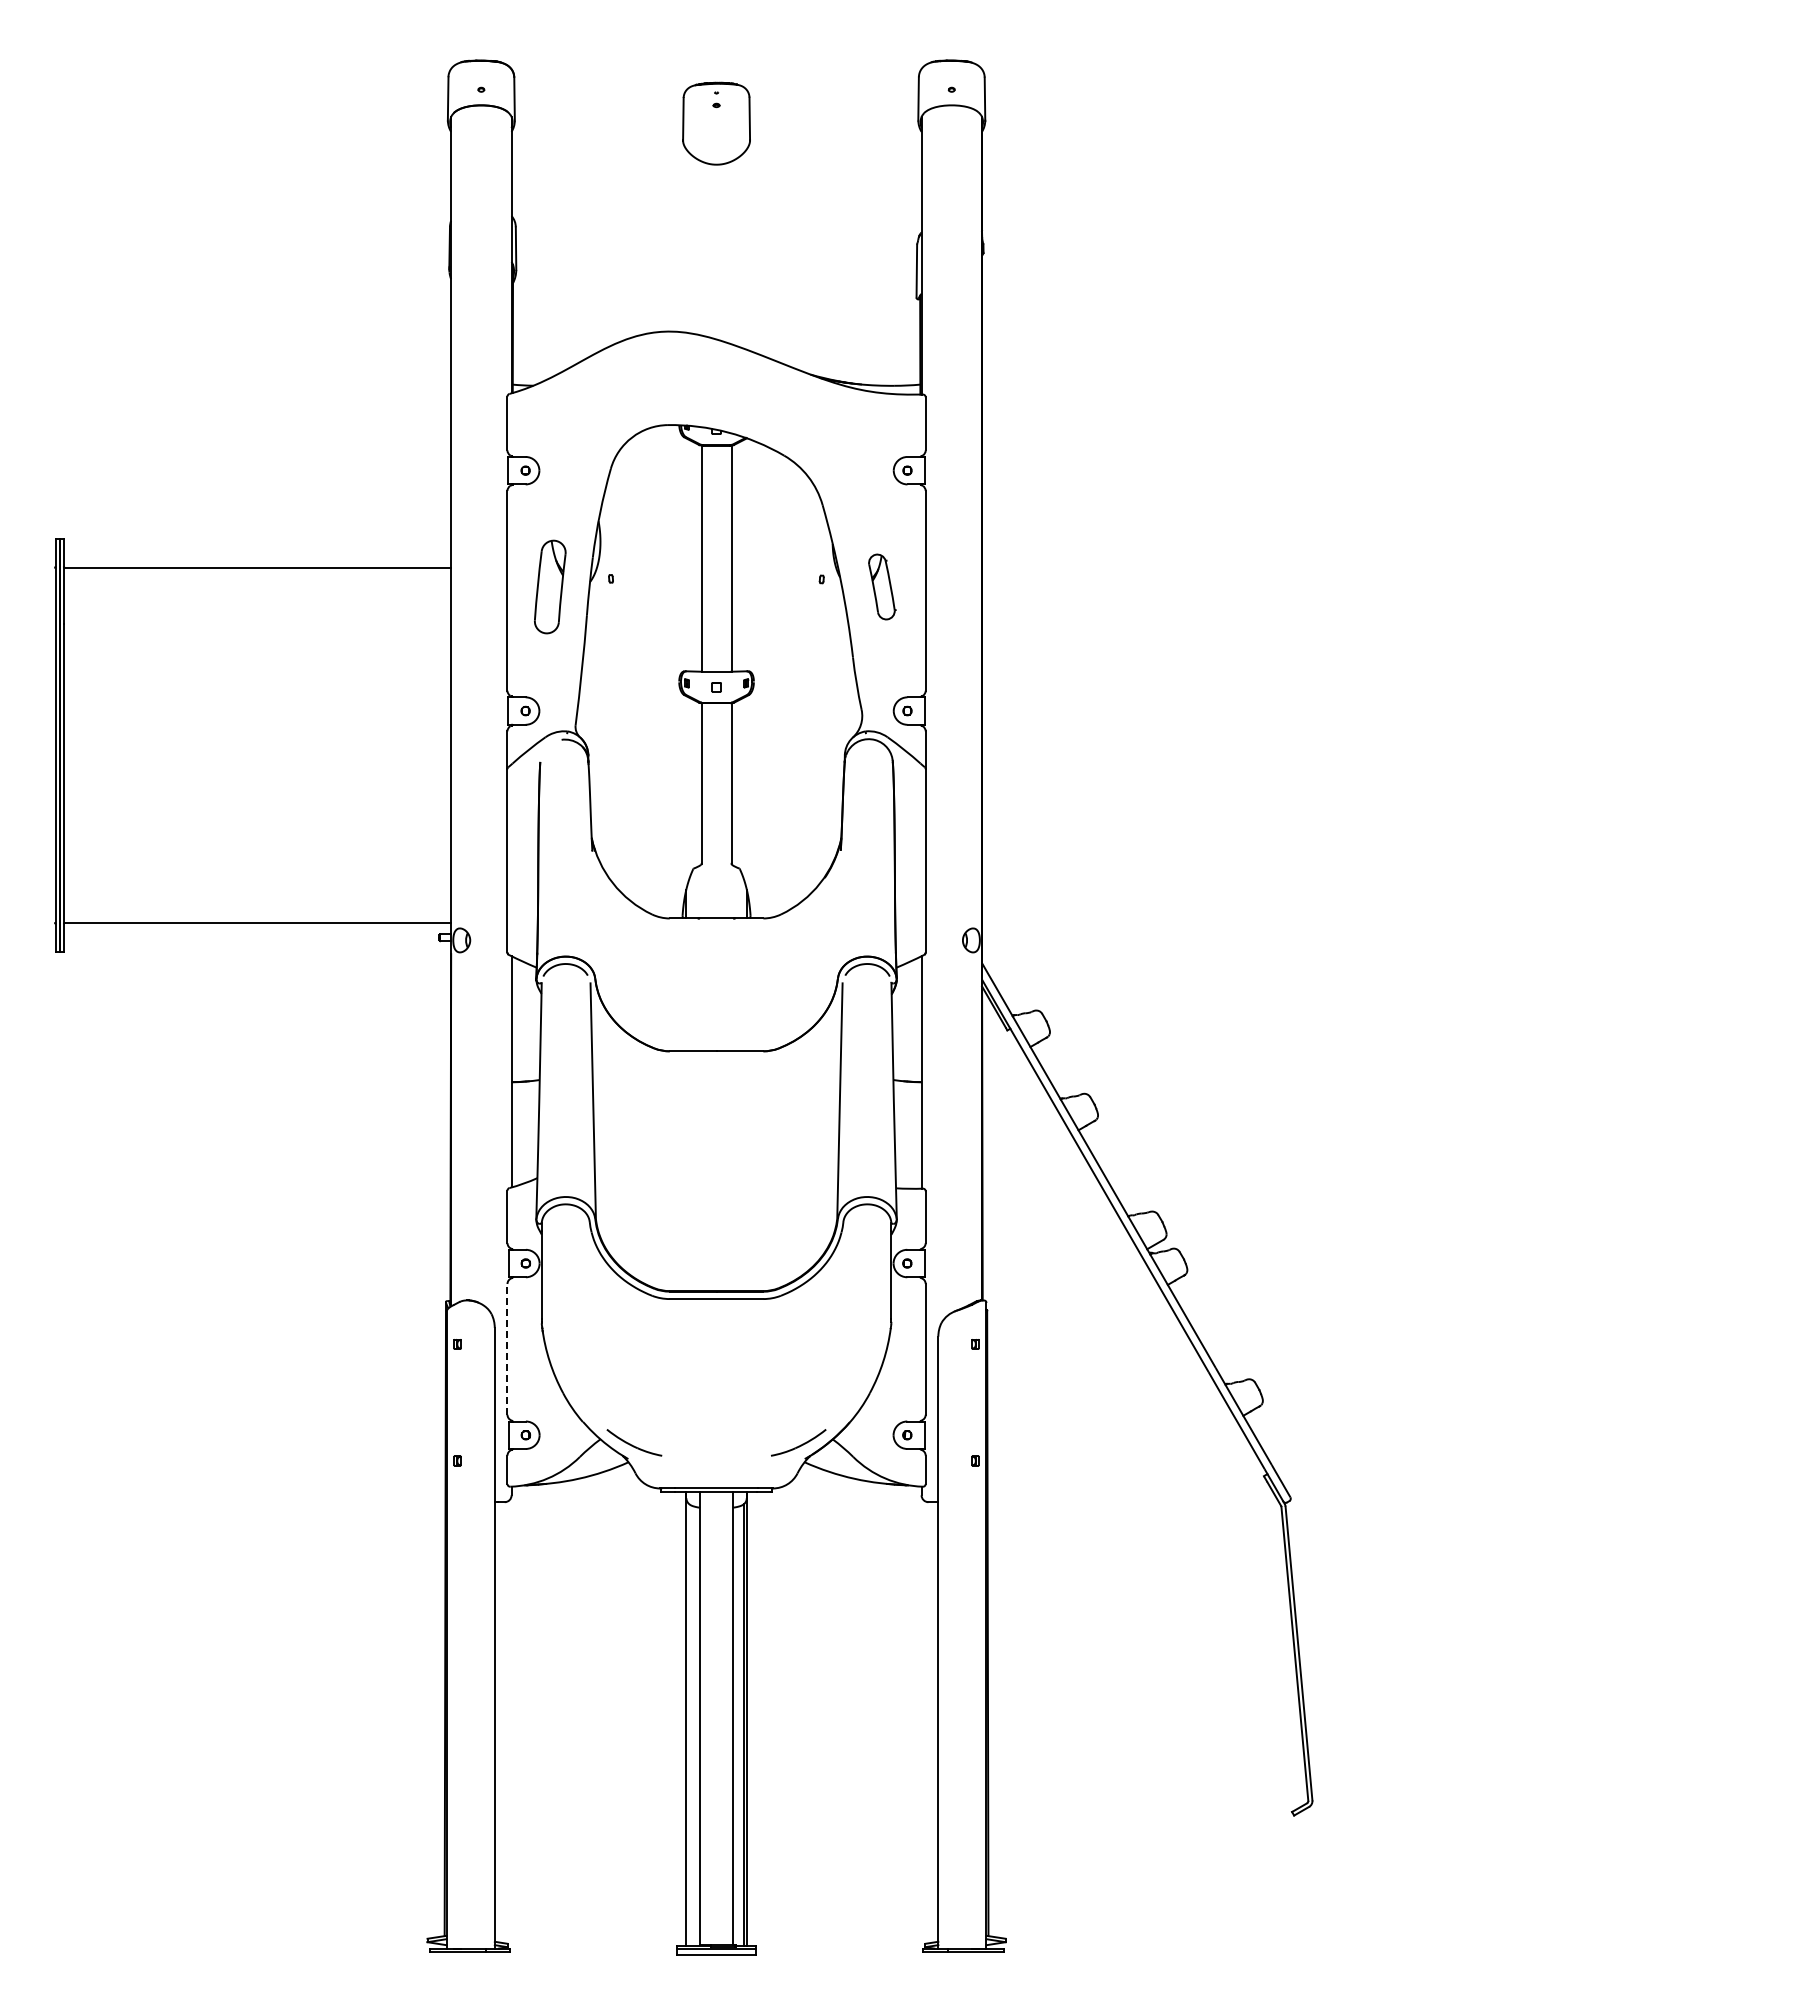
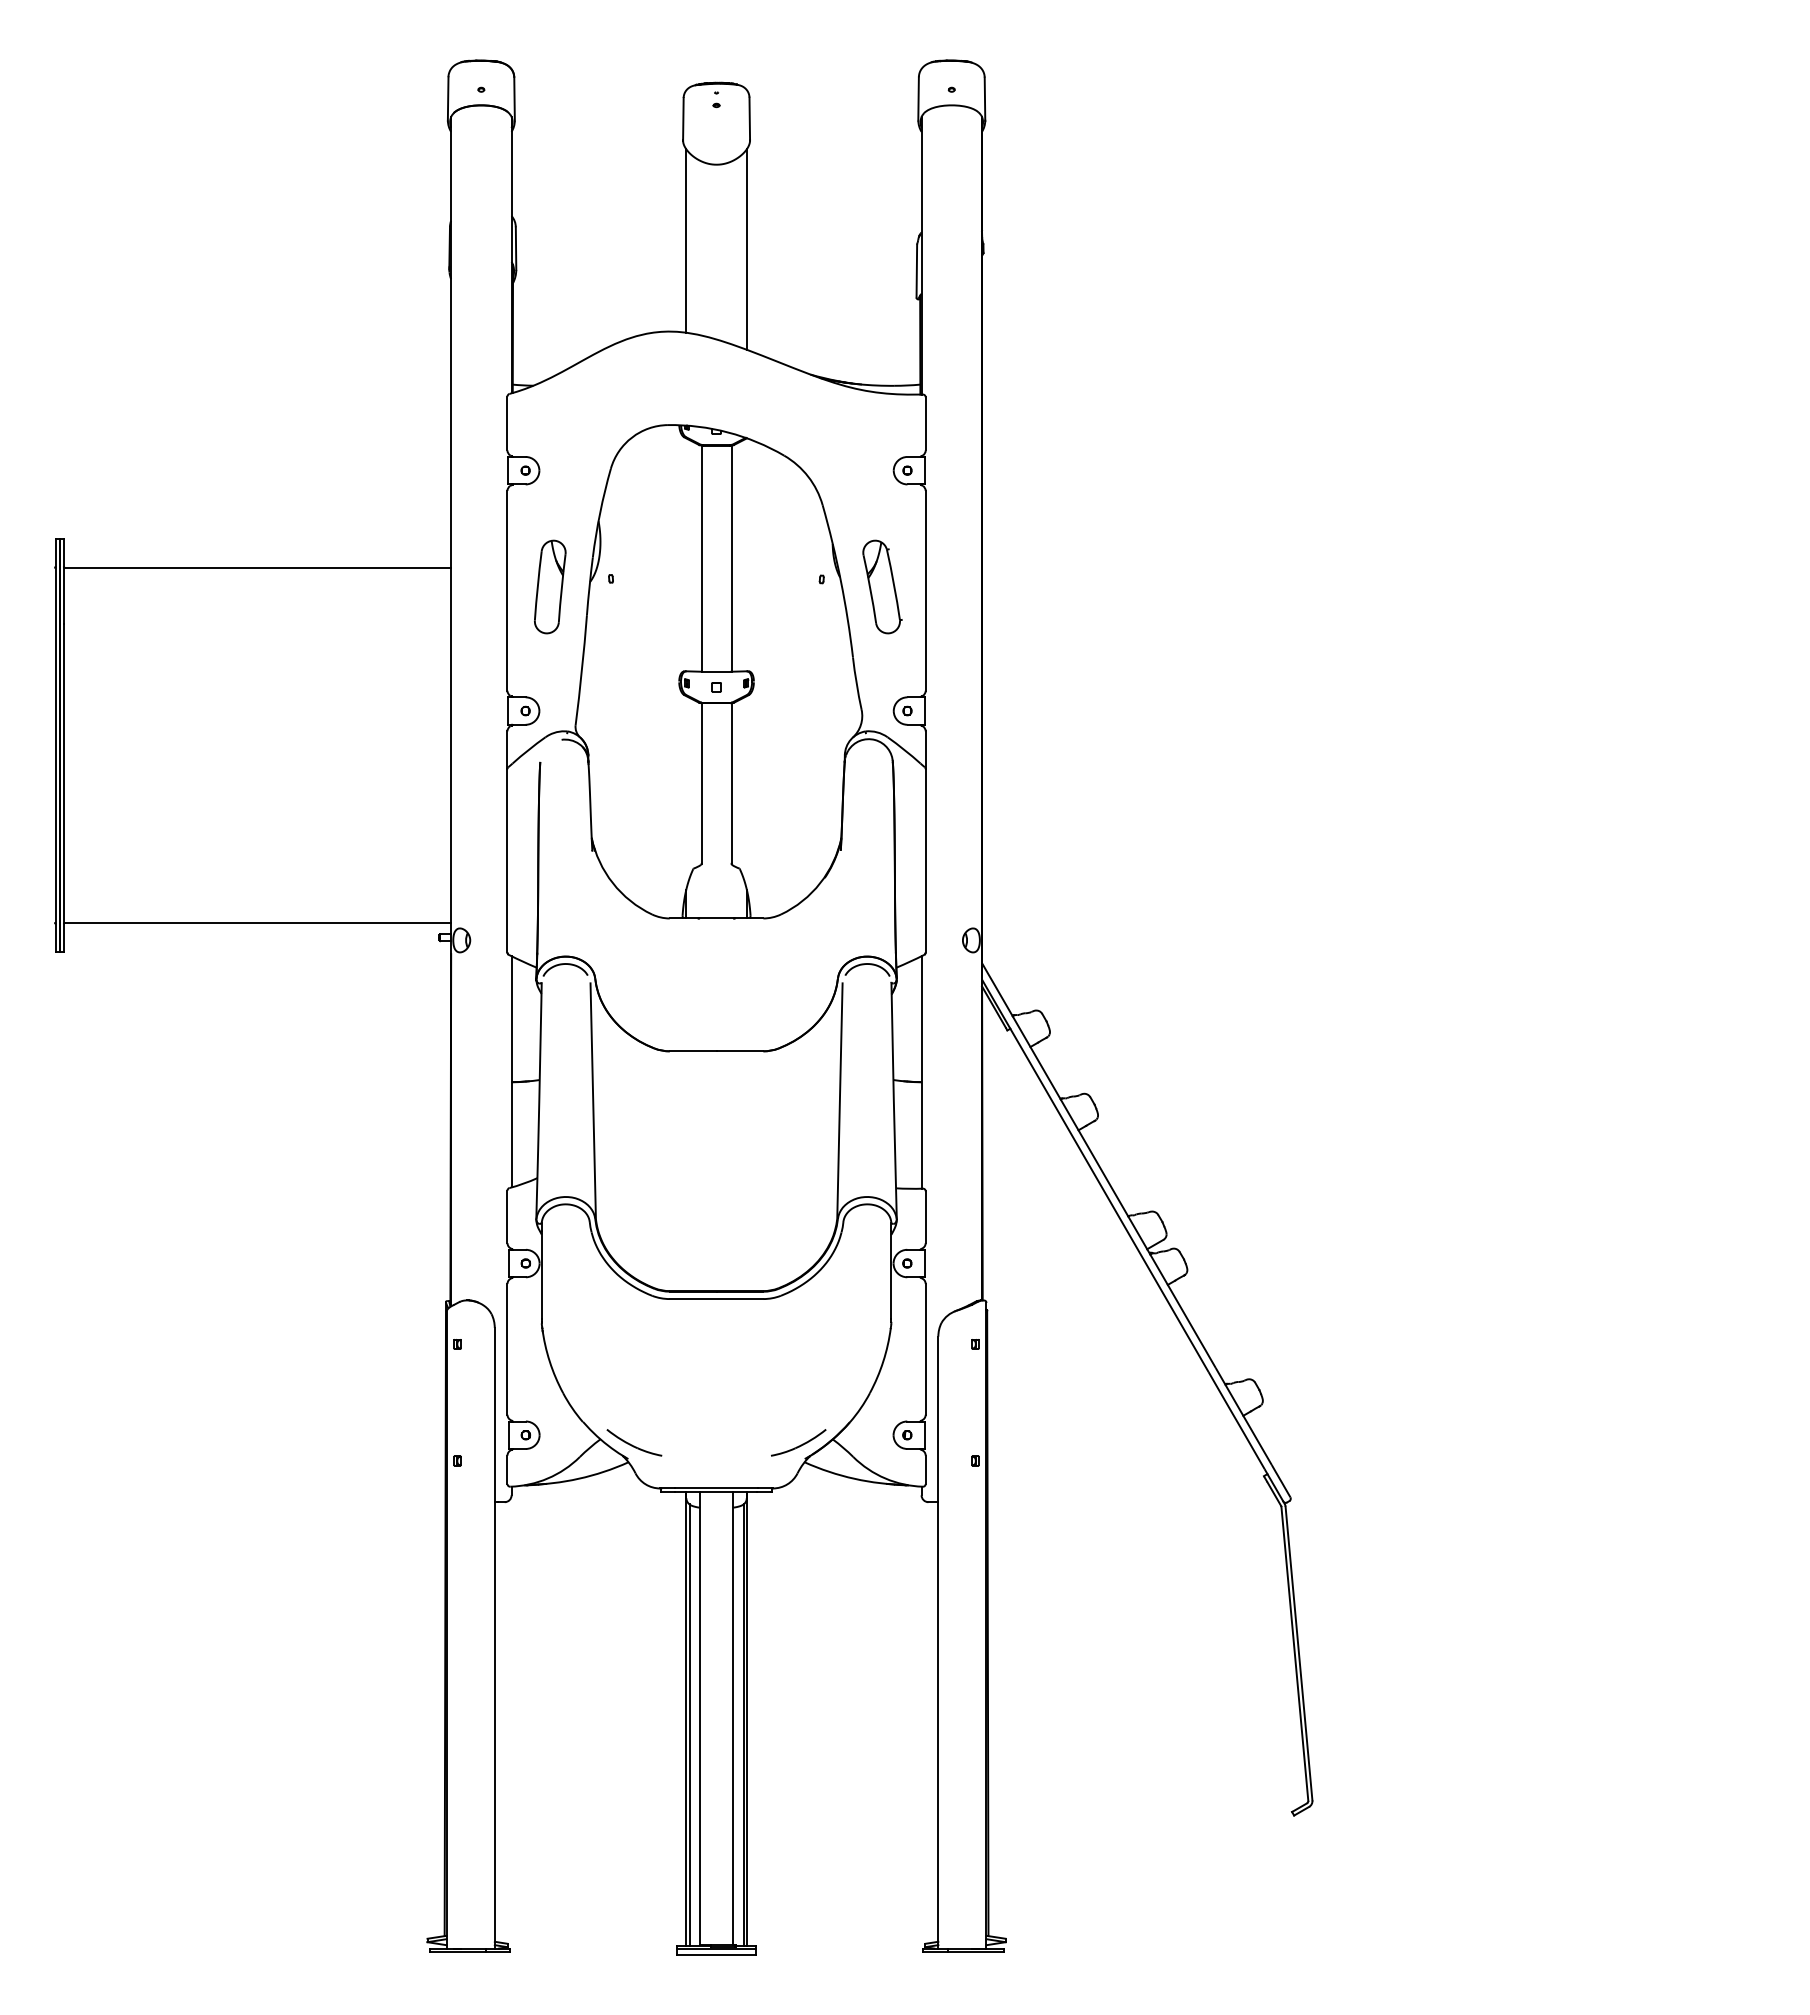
line at (686, 240): none -> present
line at (746, 249): none -> present
part at (882, 586) size: 29x68 px -> 41x96 px
line at (507, 1348): dashed -> solid
line at (689, 1724): none -> present
